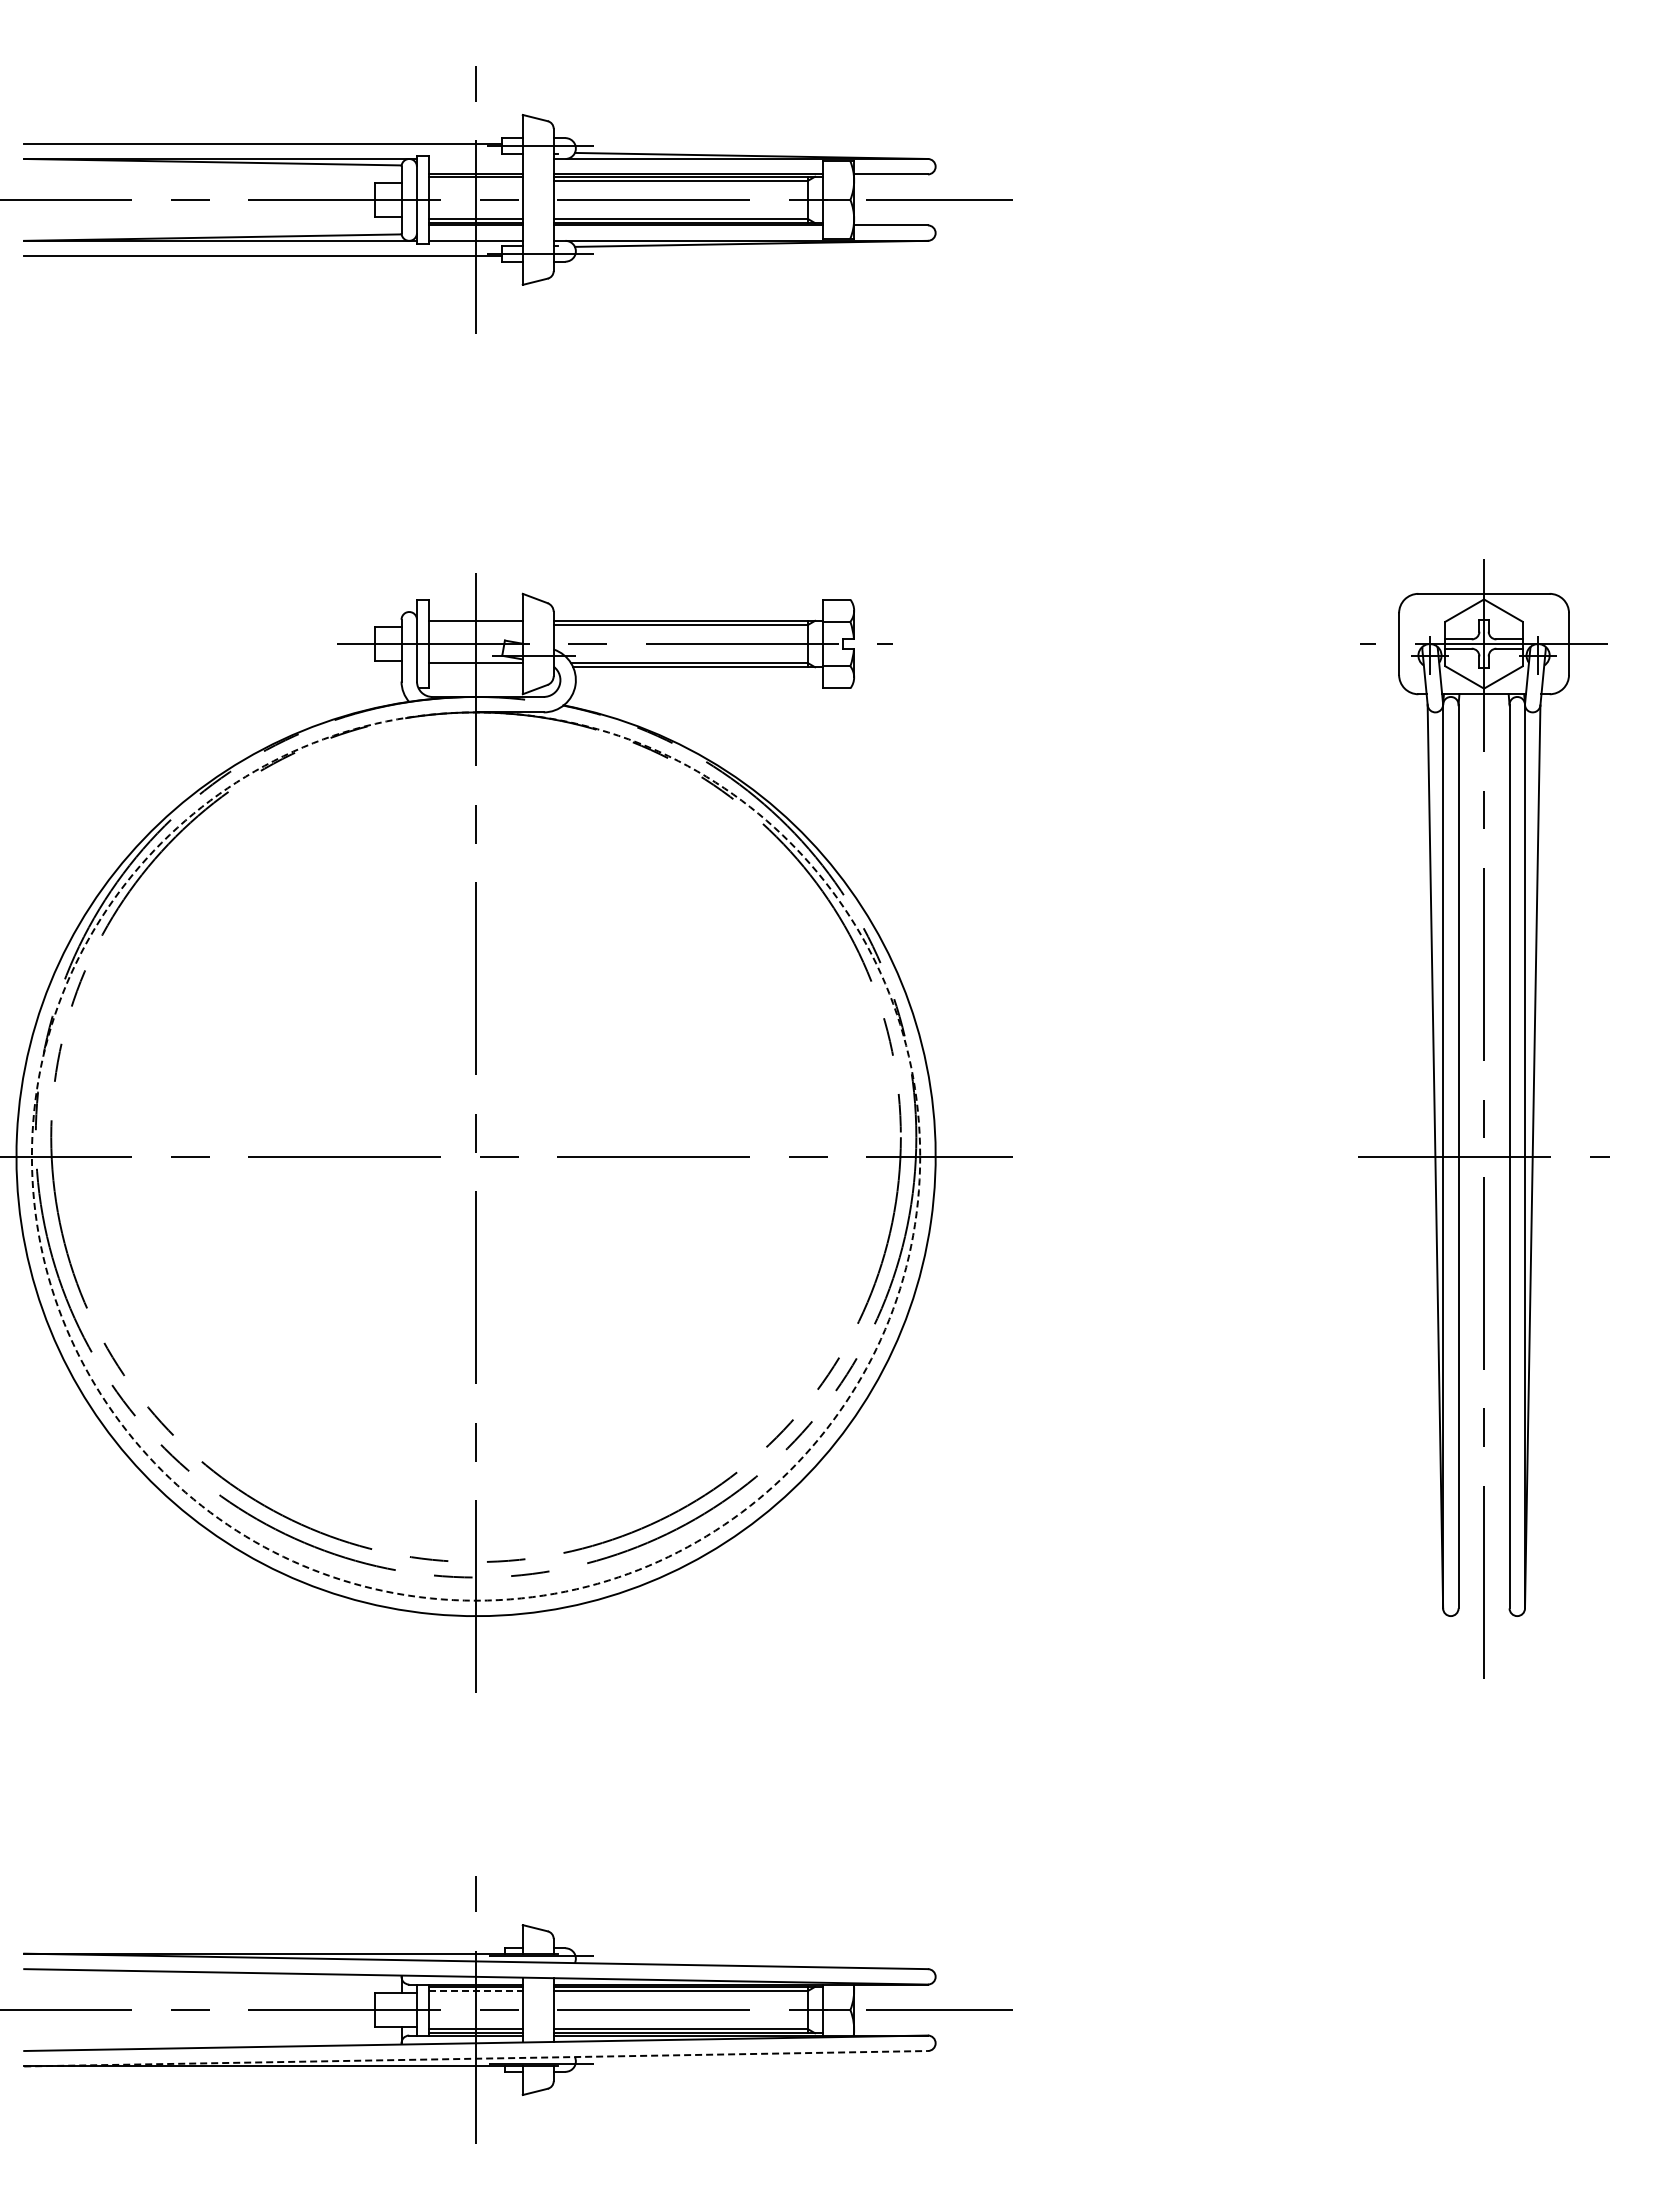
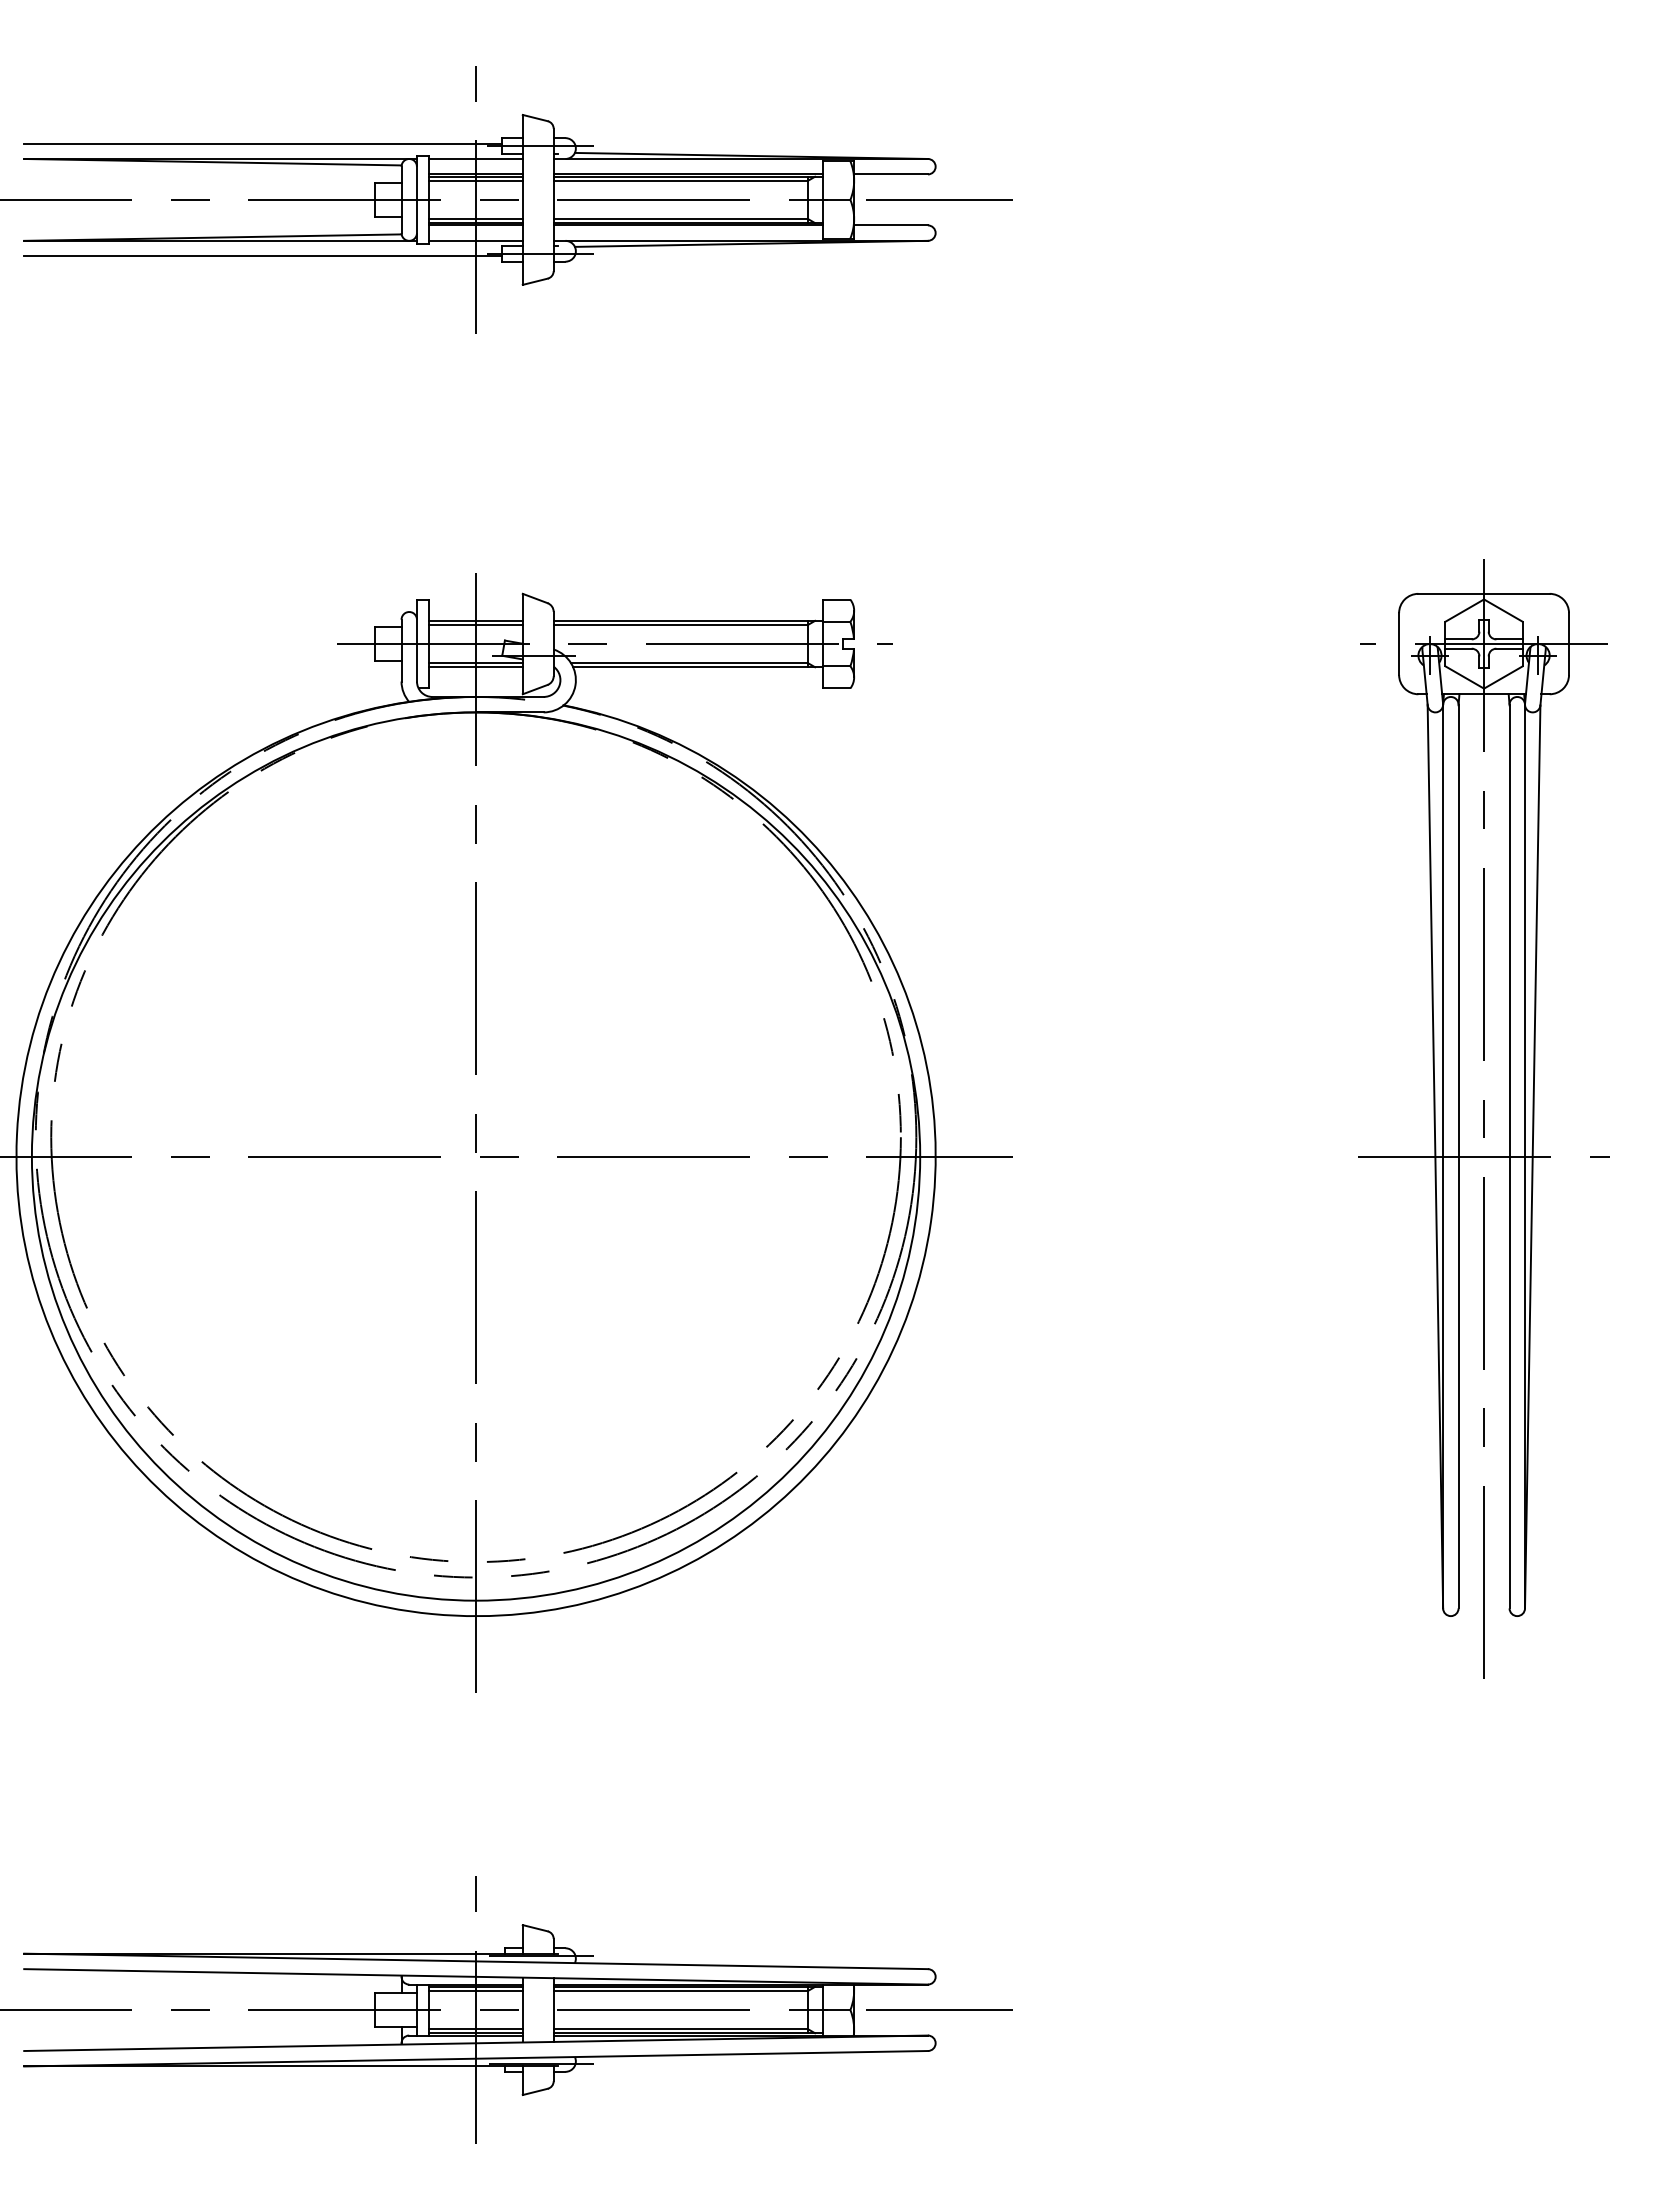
line at (475, 158): none -> present
line at (475, 180): none -> present
line at (475, 625): none -> present
line at (475, 667): none -> present
circle at (475, 1156): dashed -> solid
line at (476, 1991): dashed -> solid
line at (476, 2058): dashed -> solid
